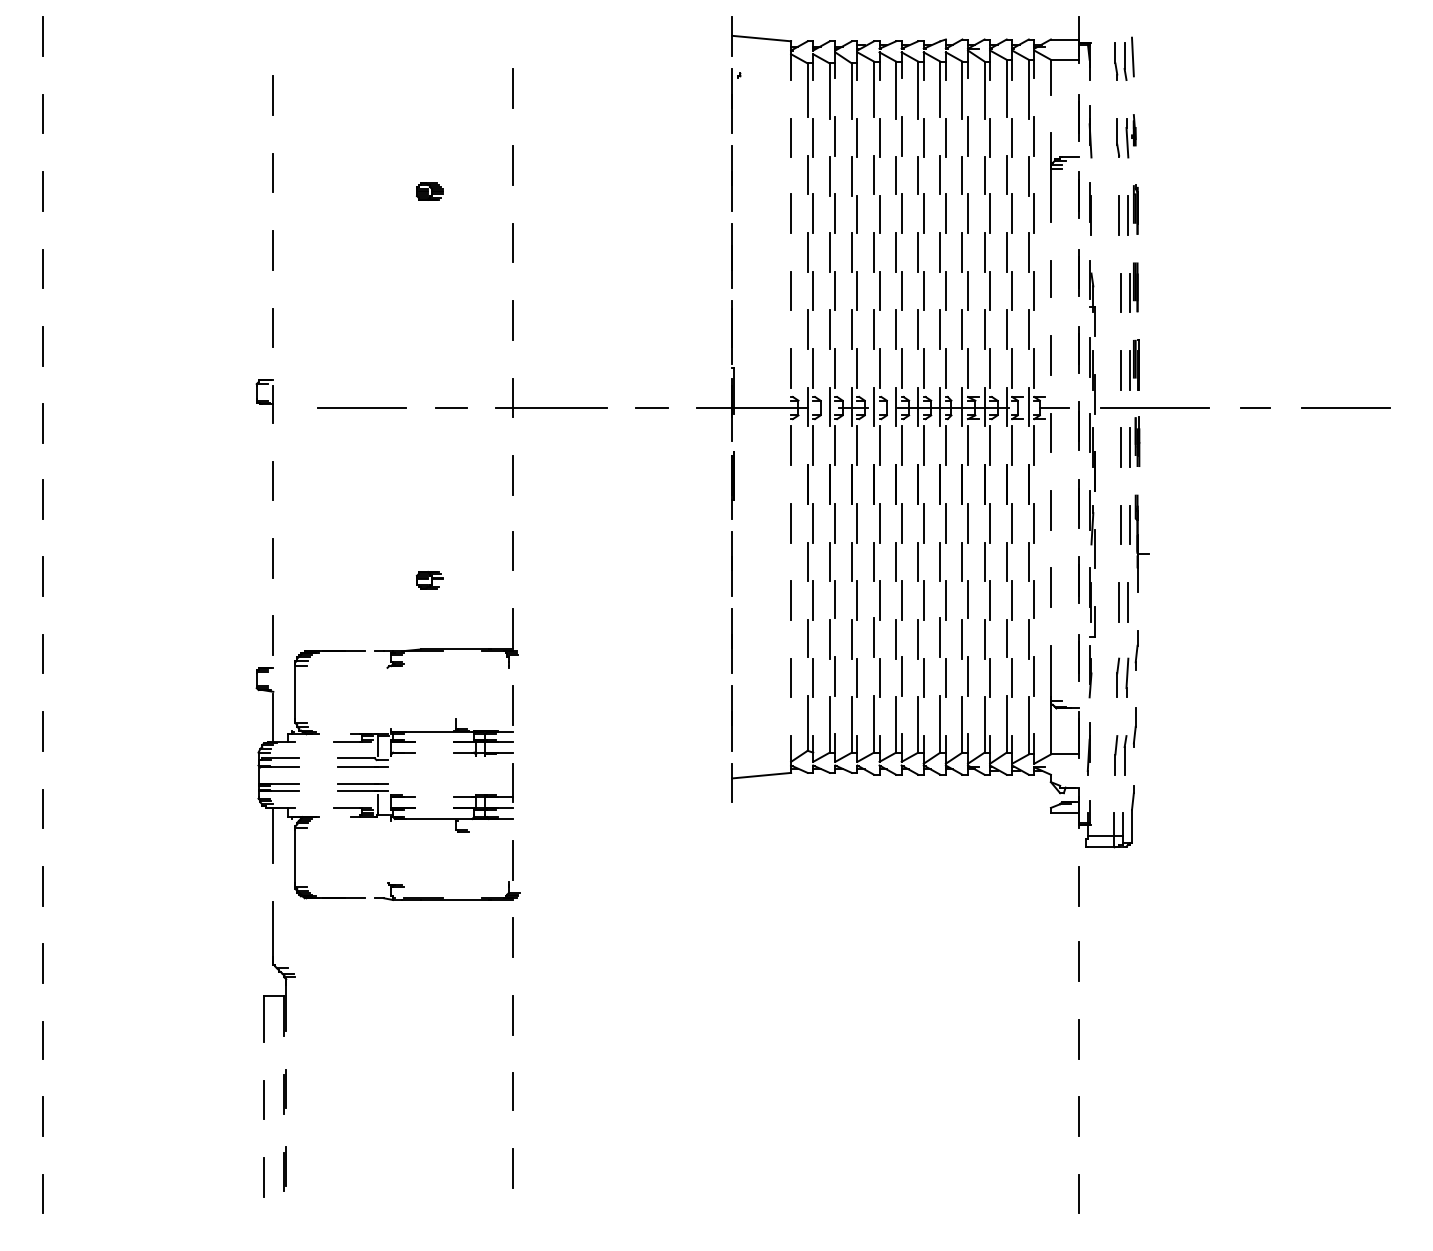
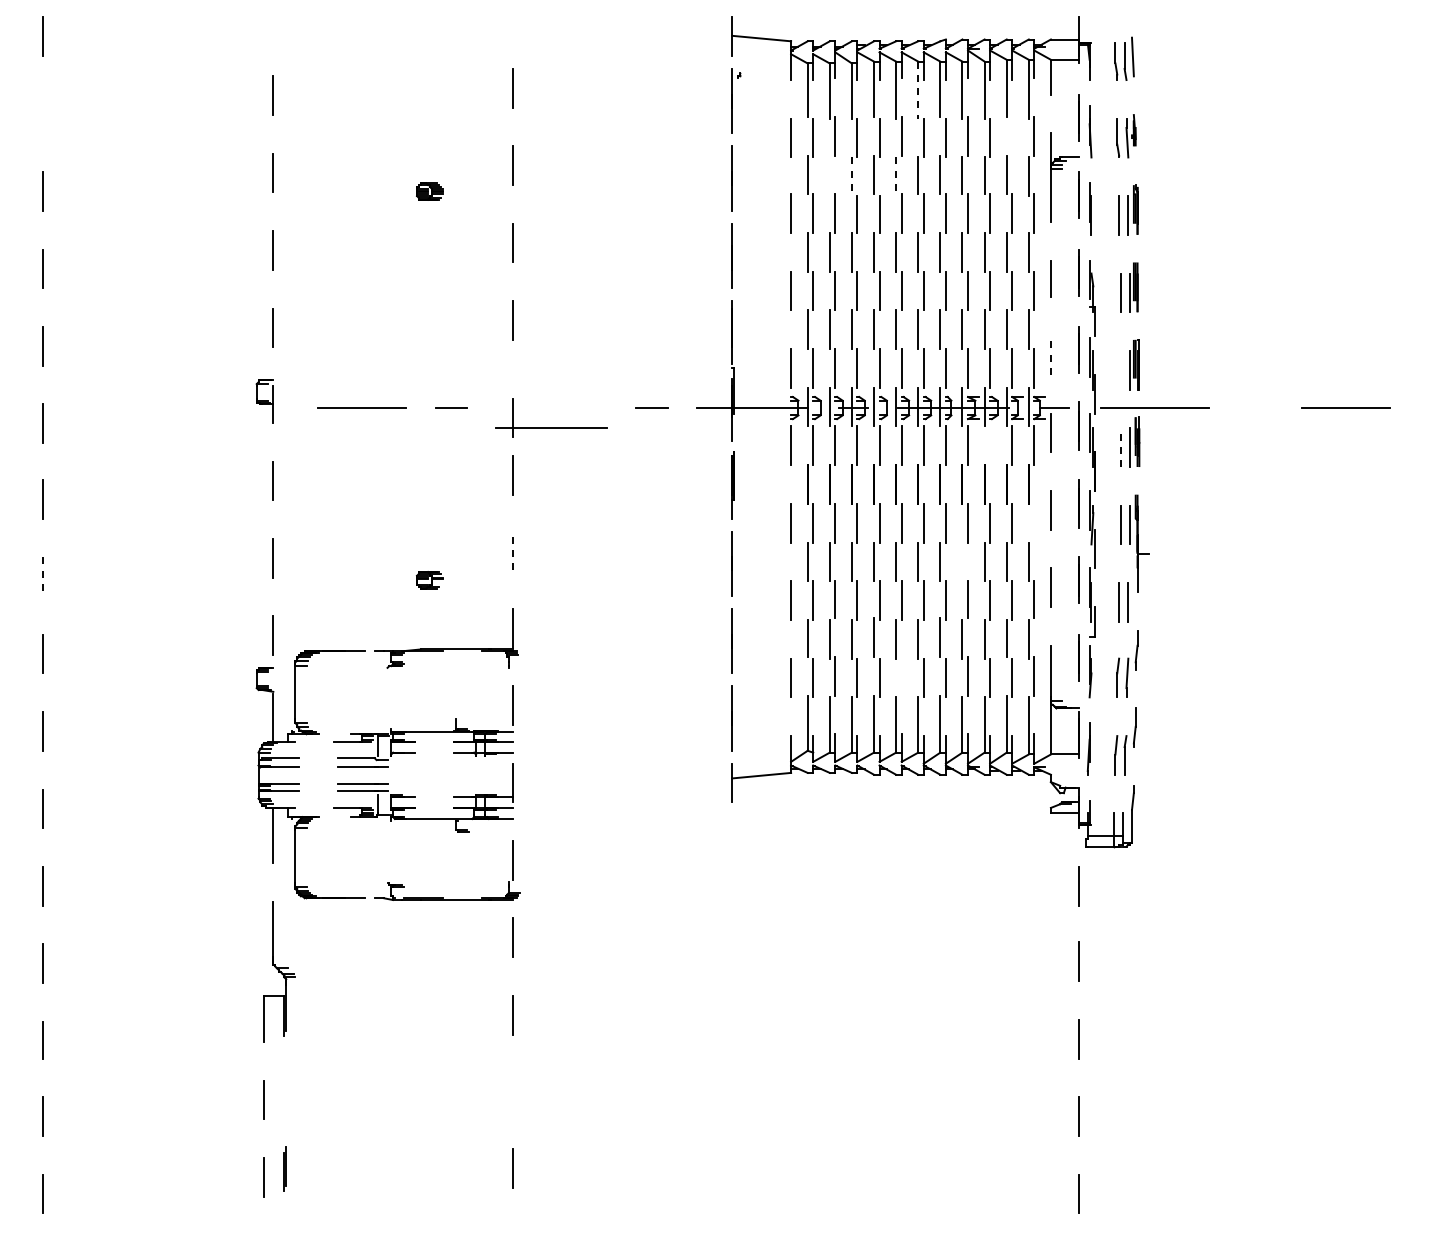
line at (918, 90): solid -> dashed
line at (42, 113): present -> none
line at (1012, 137): present -> none
line at (829, 176): present -> none
line at (896, 176): solid -> dashed
line at (851, 177): solid -> dashed
line at (1050, 355): solid -> dashed
line at (1120, 369): present -> none
part at (551, 407) position: (551, 407) -> (551, 427)
line at (1255, 407): present -> none
line at (990, 445): present -> none
line at (1120, 447): solid -> dashed
line at (1034, 522): present -> none
line at (512, 550): solid -> dashed
line at (962, 561): present -> none
line at (42, 577): solid -> dashed
line at (901, 675): present -> none
line at (284, 1091): present -> none
line at (512, 1091): present -> none
